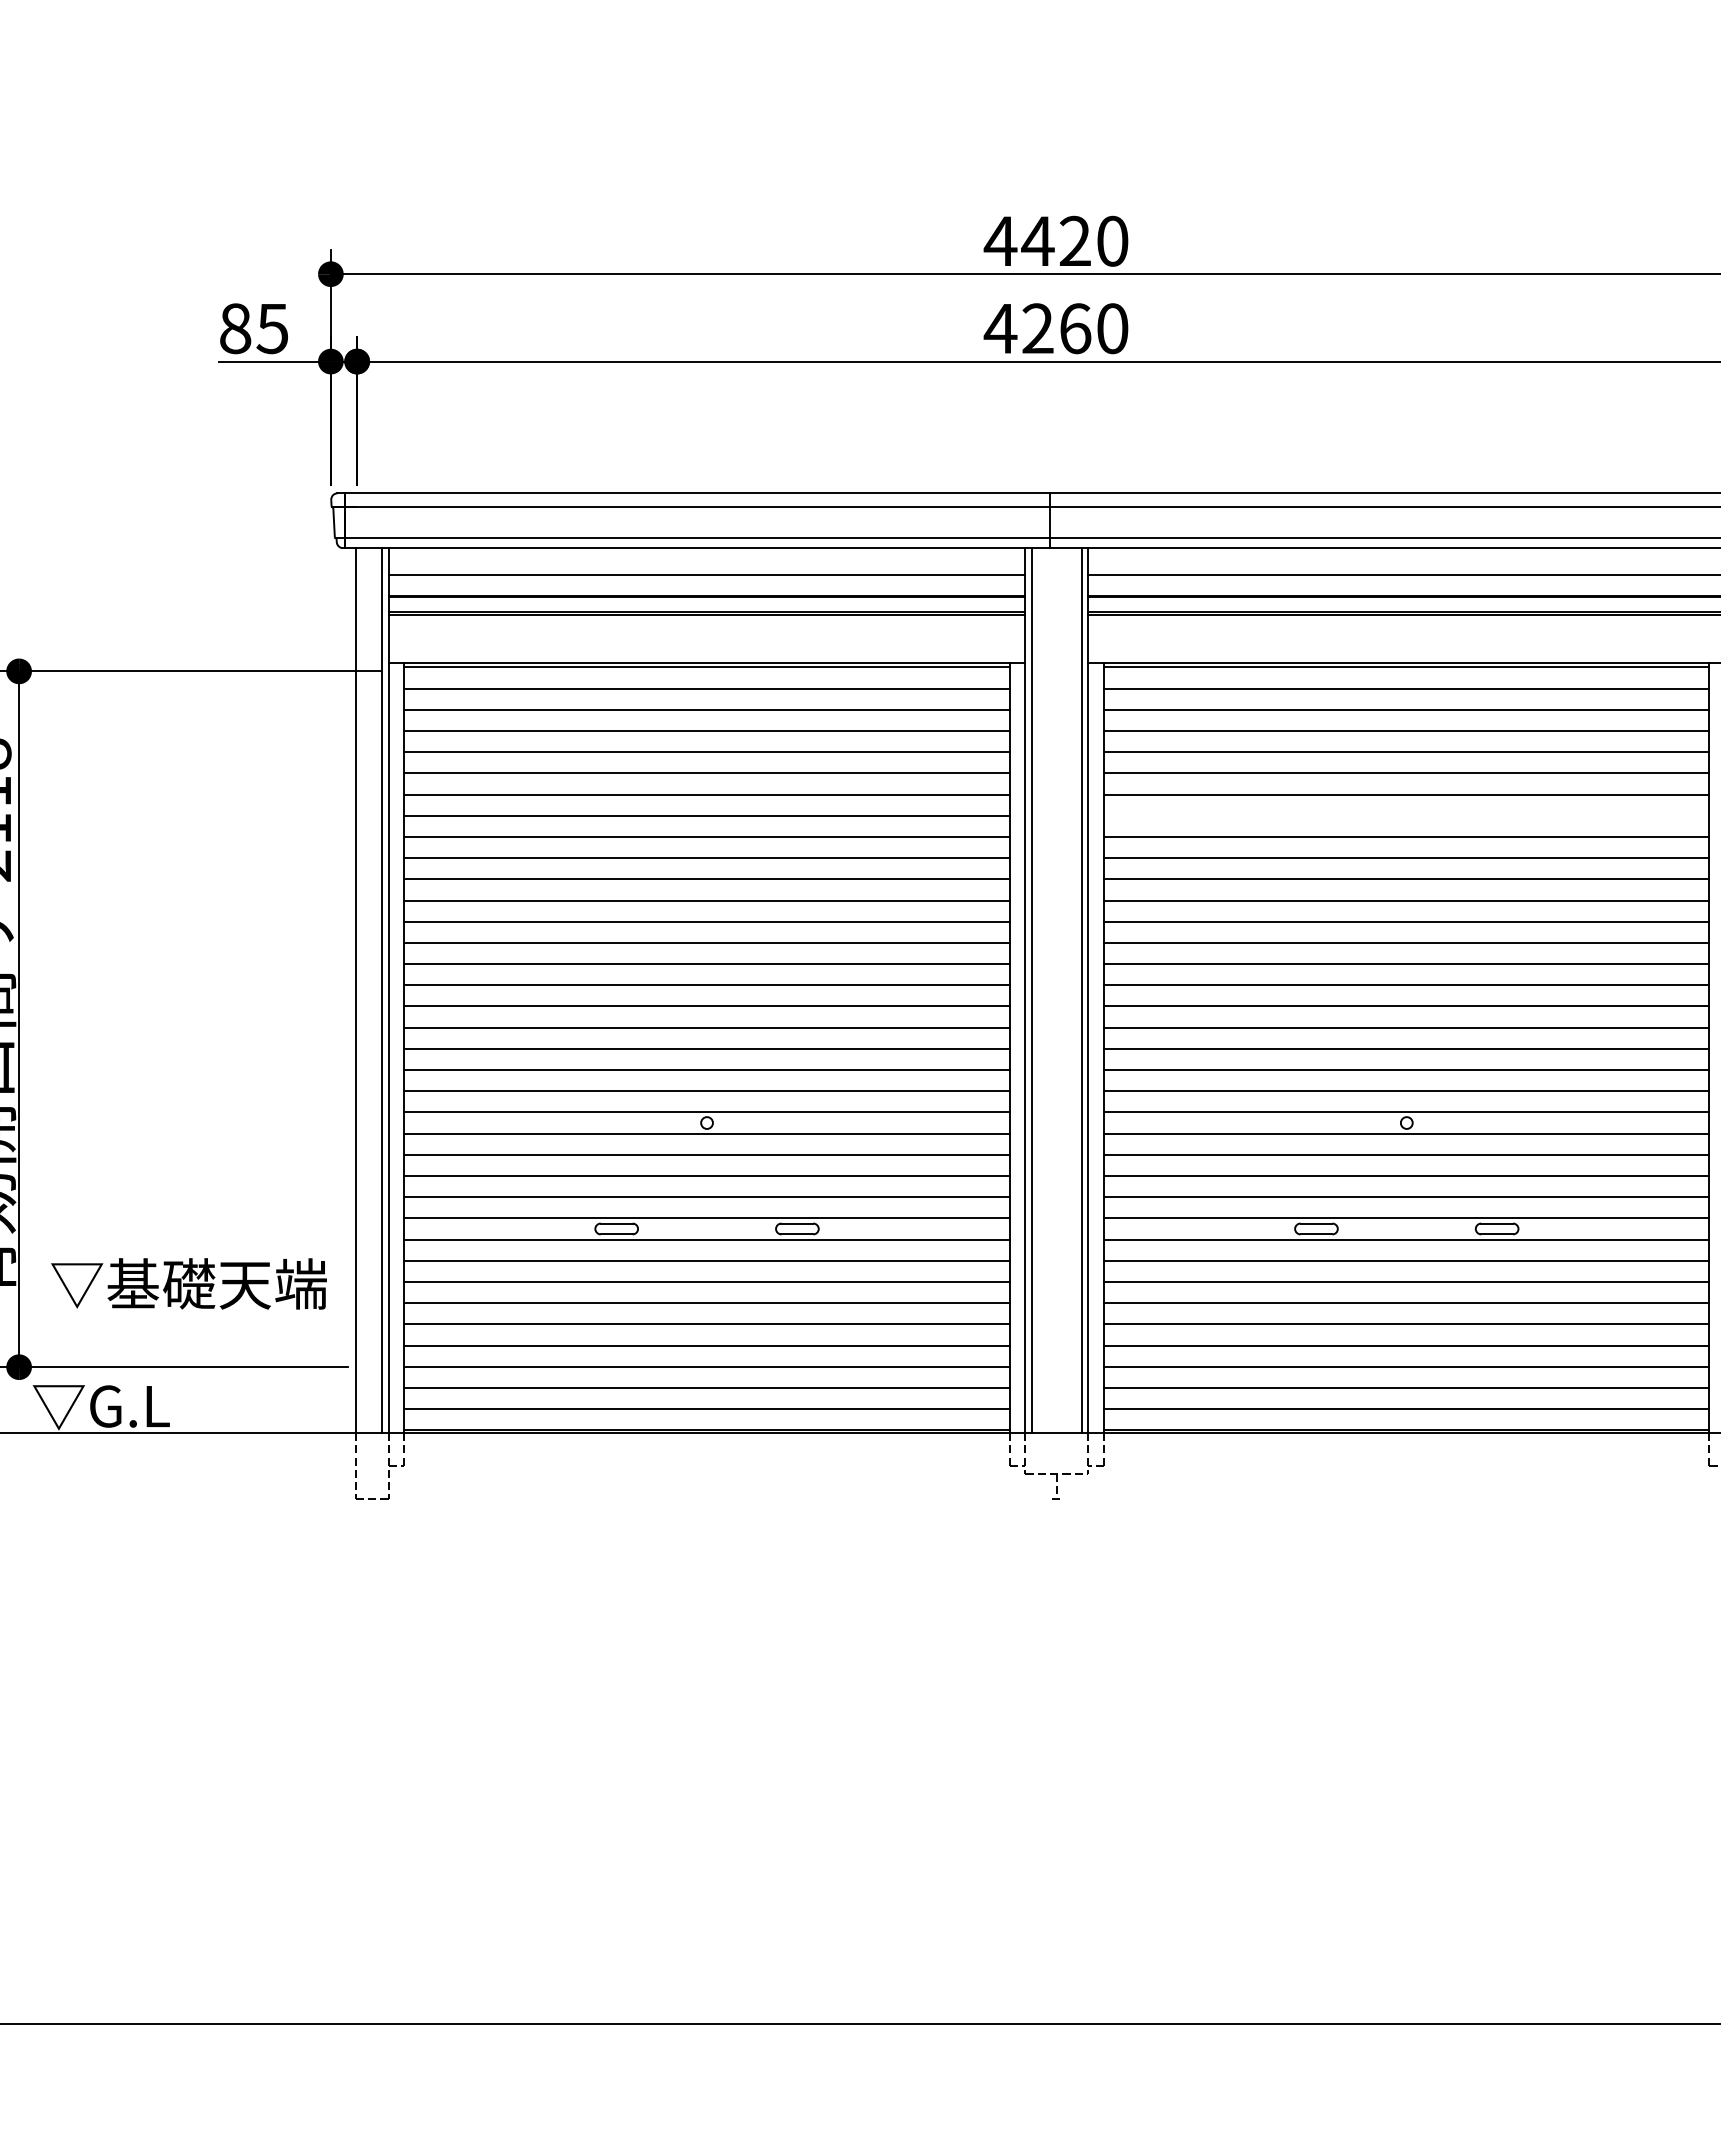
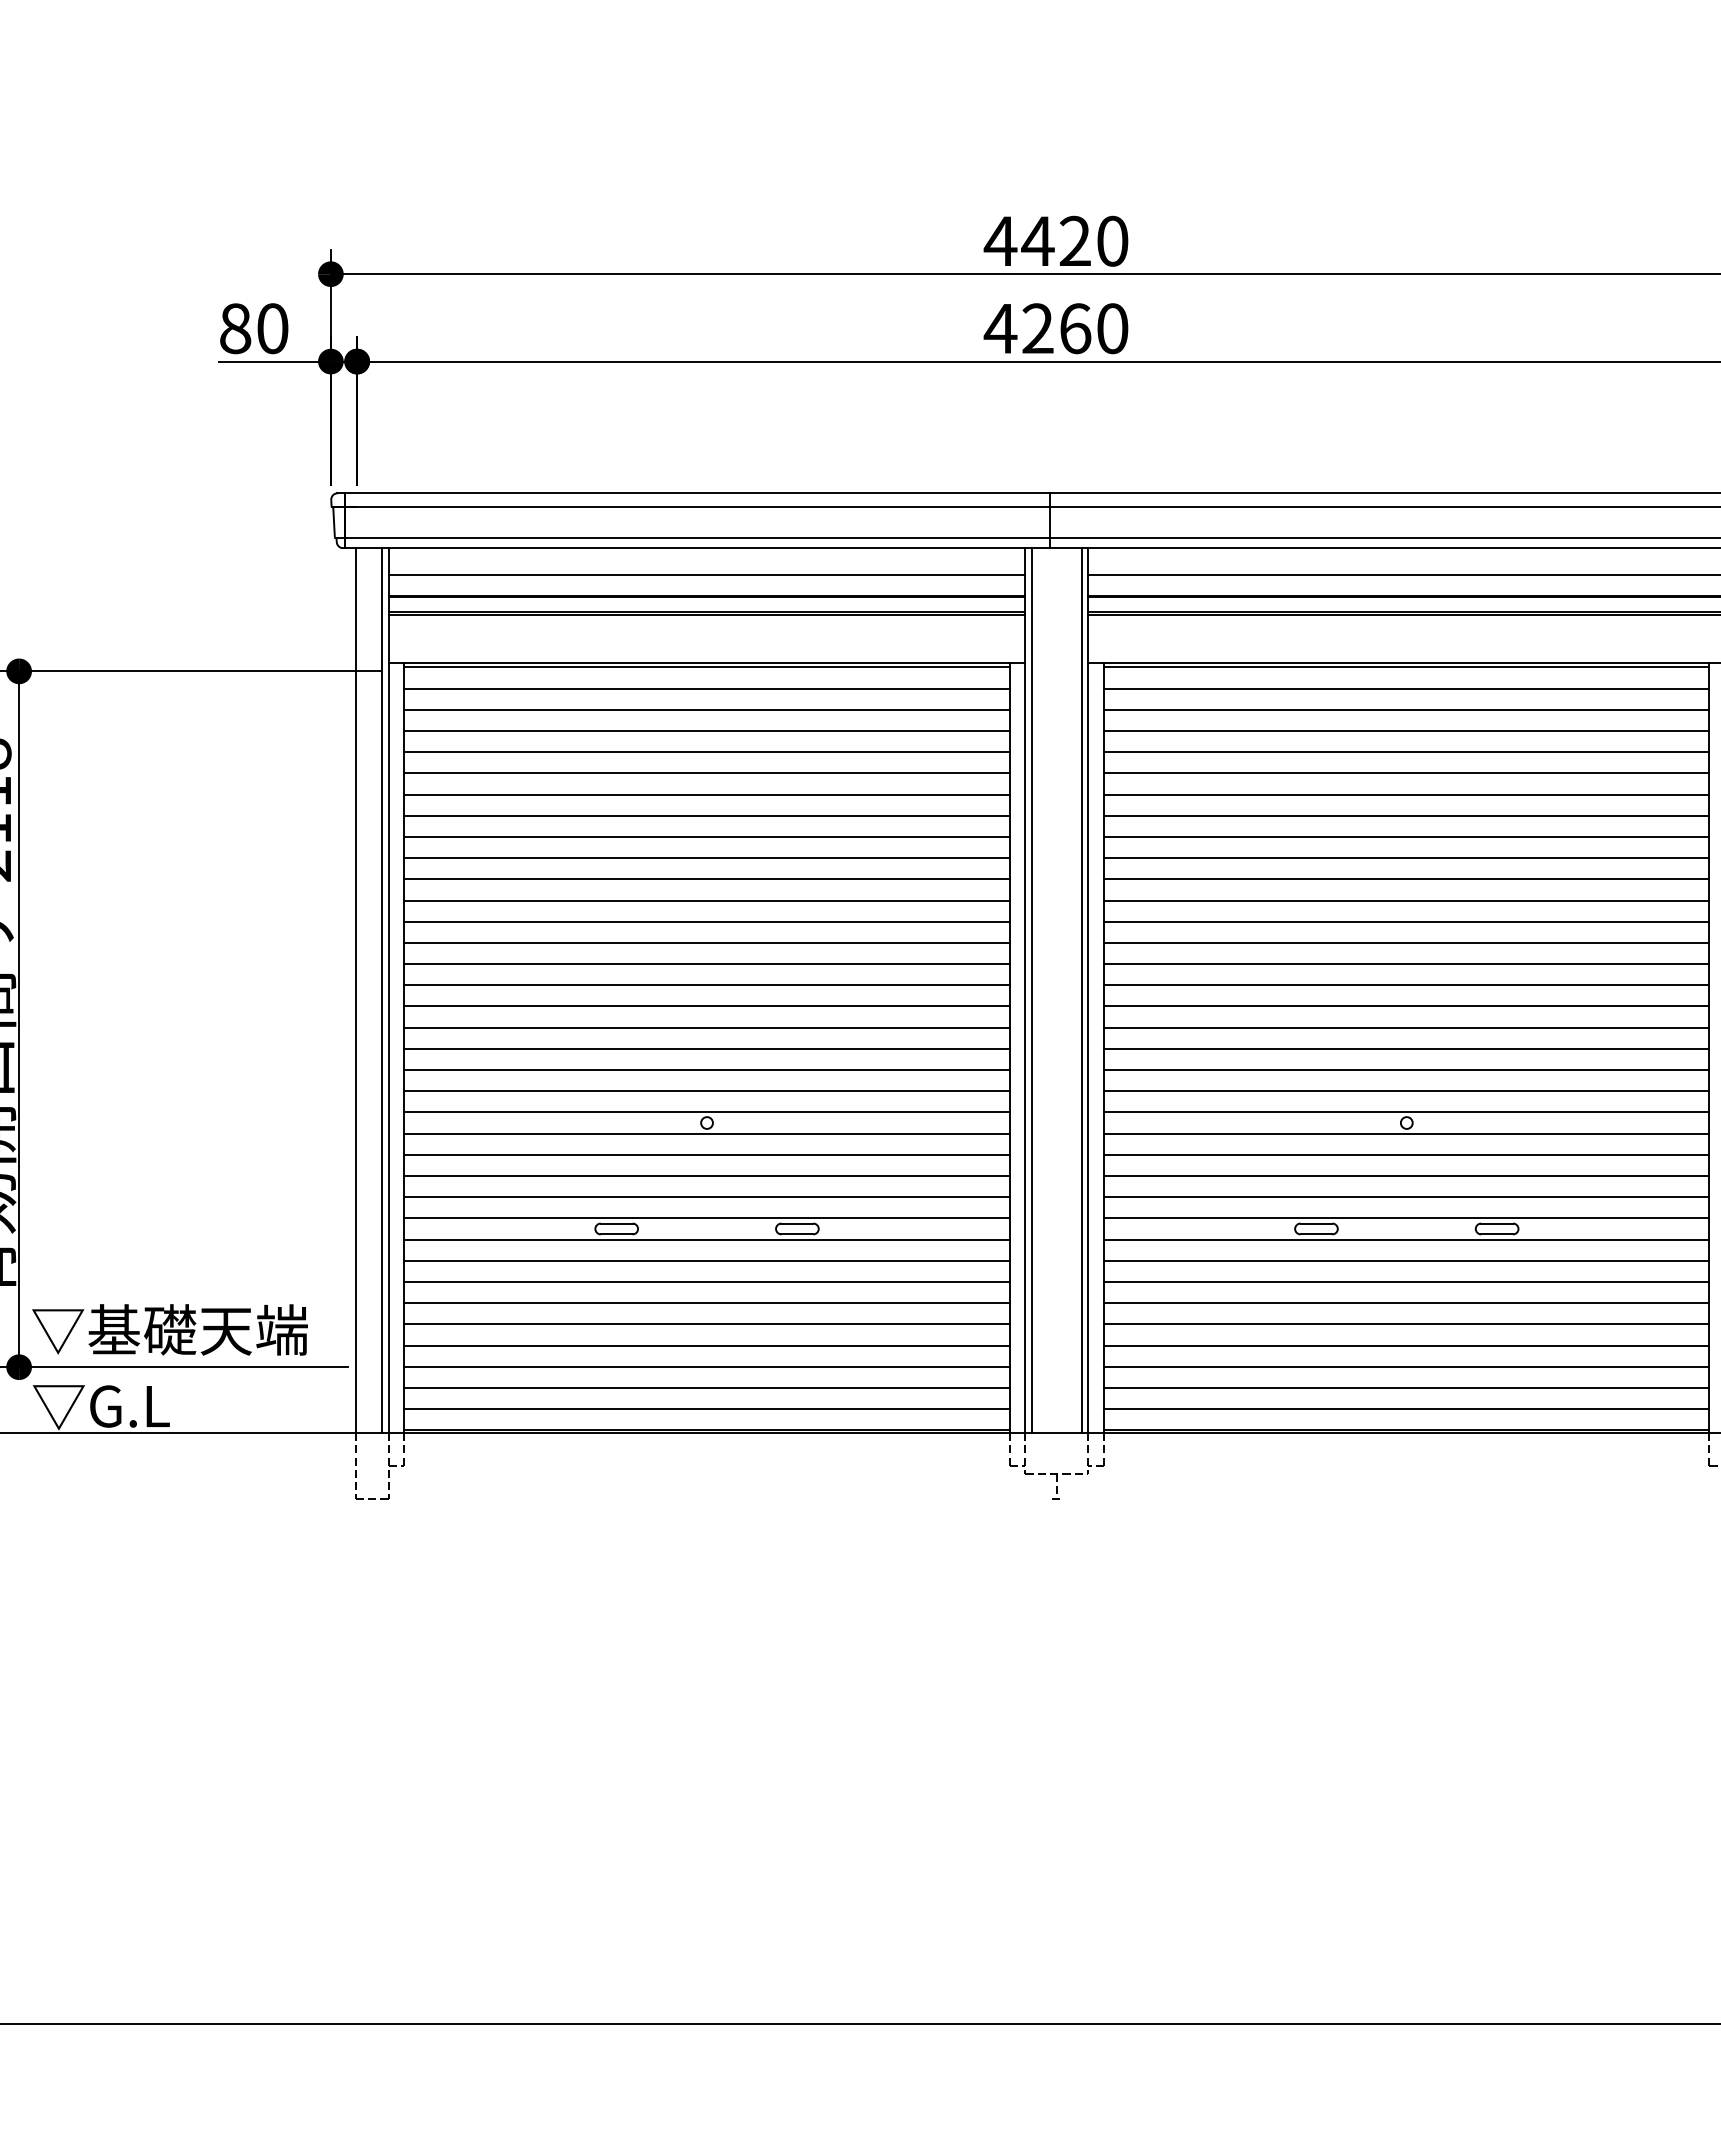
text at (272, 328): 85 -> 80
line at (1406, 815): none -> present
text at (188, 1283) position: (188, 1283) -> (169, 1329)
